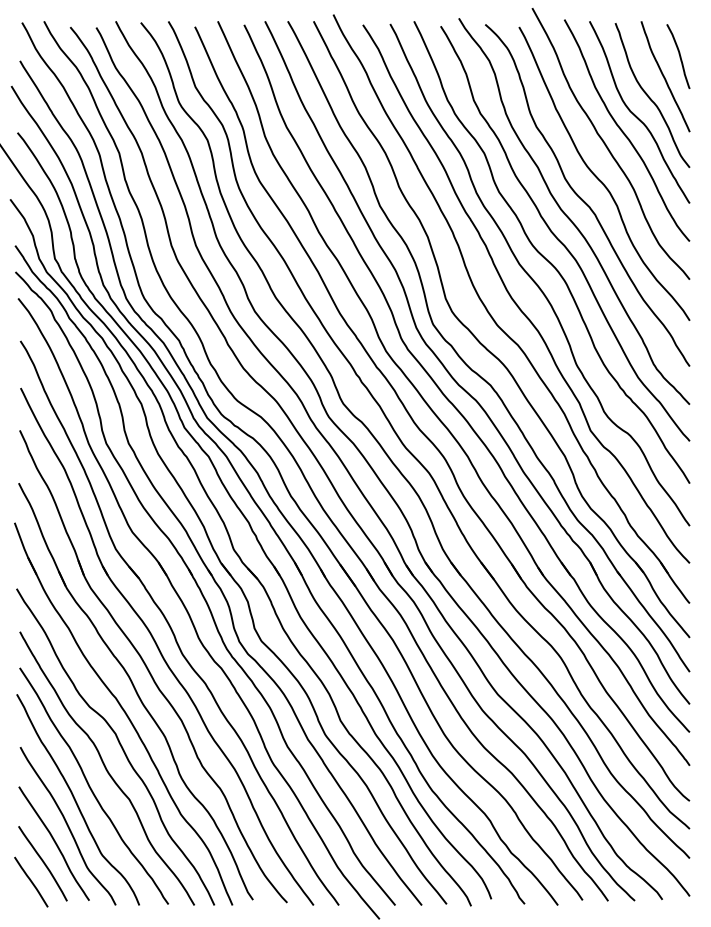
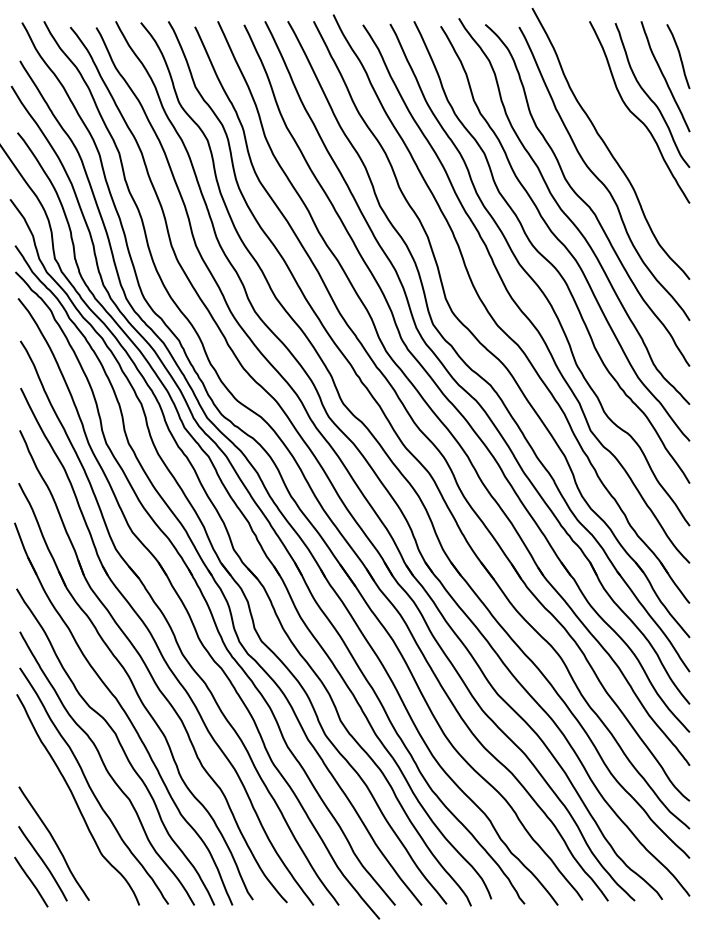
curve at (624, 132): present -> none
curve at (67, 826): present -> none
